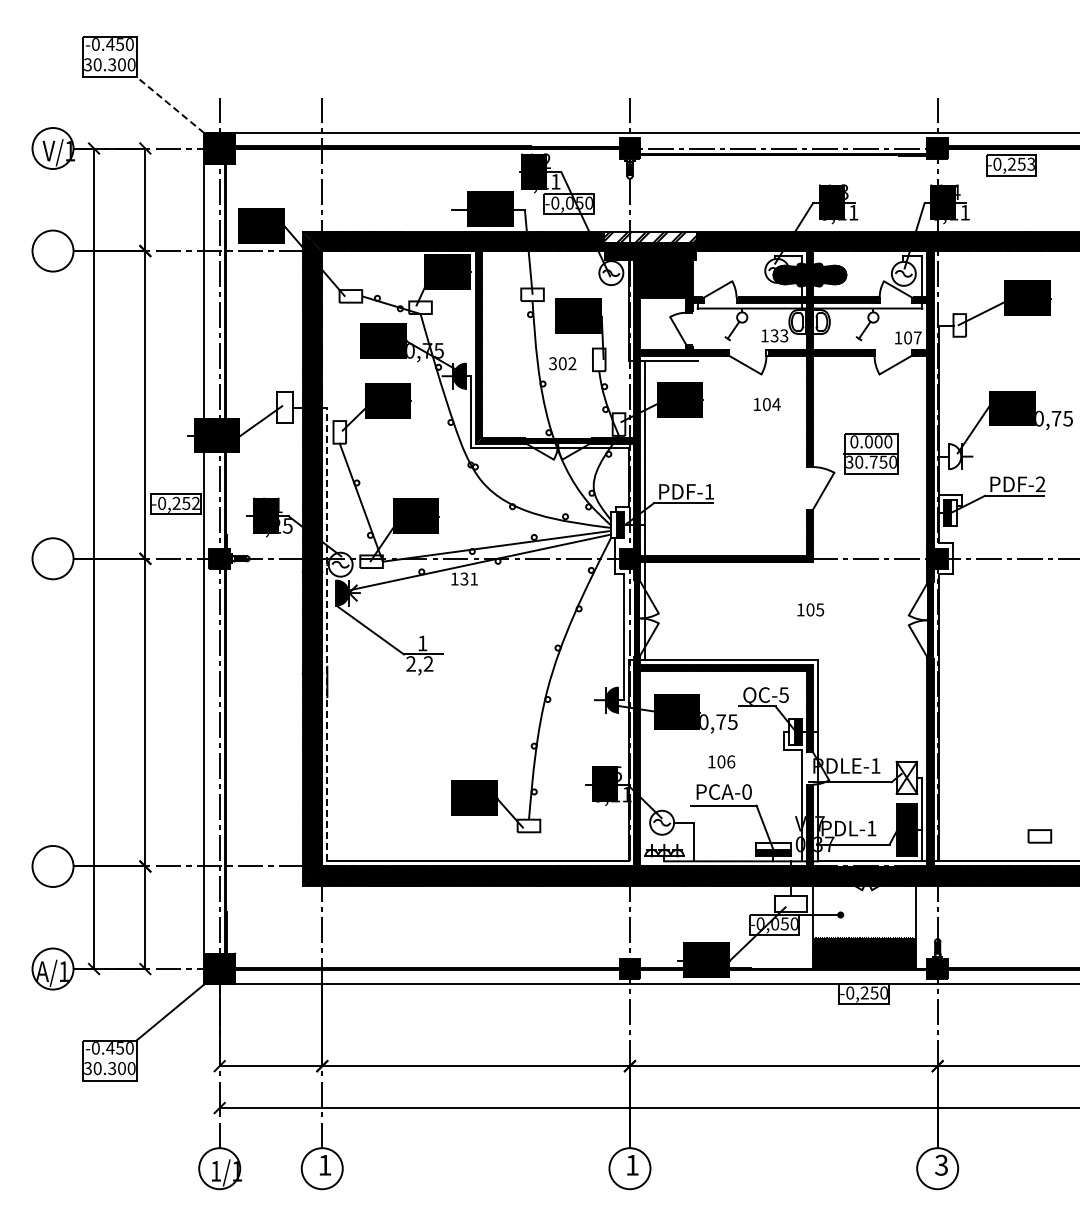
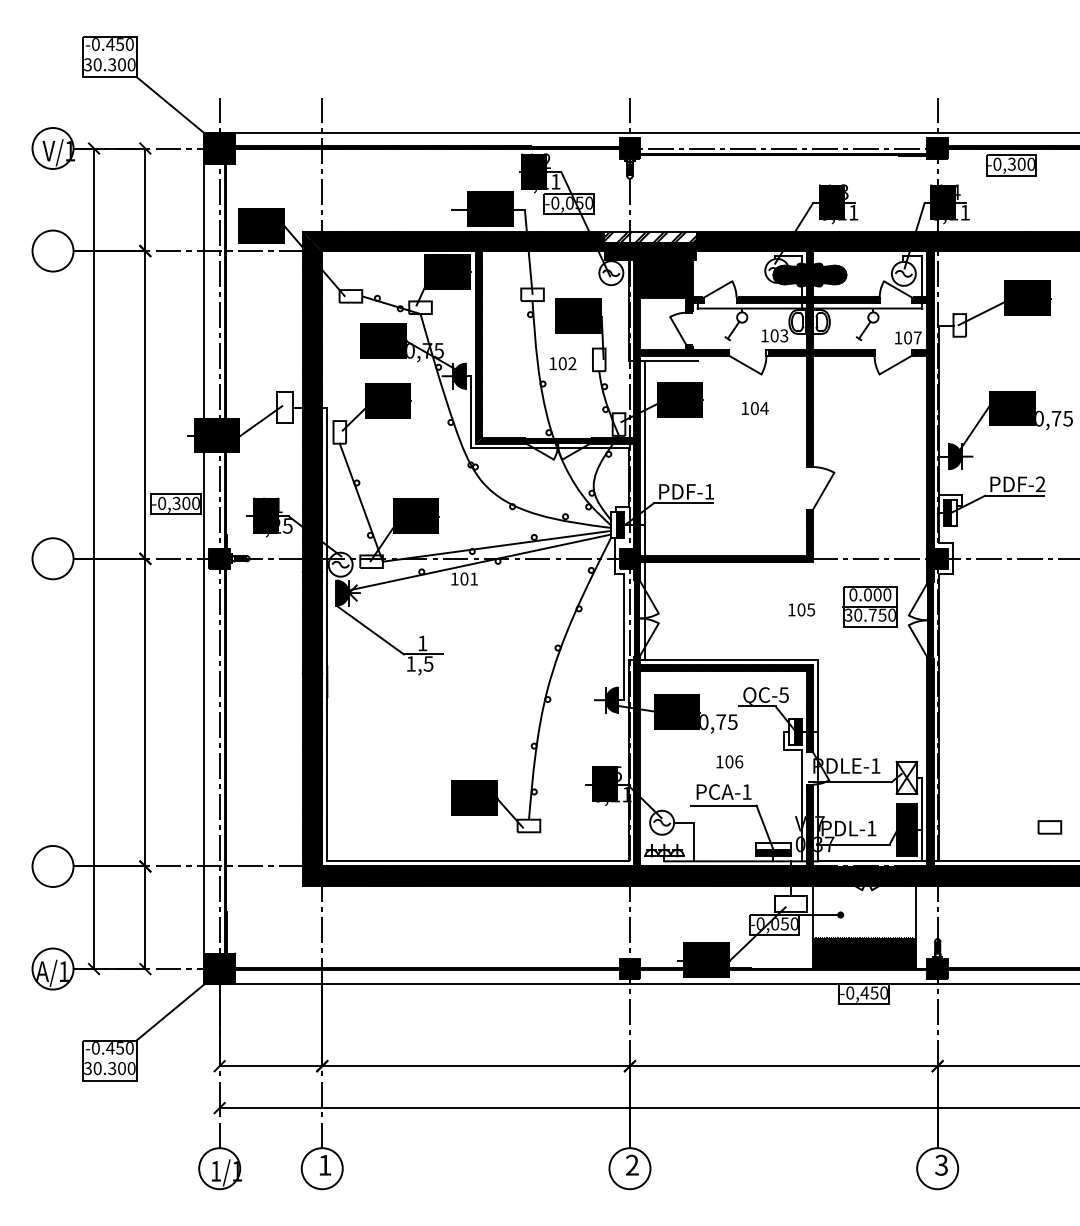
line at (170, 105): dashed -> solid
text at (1021, 163): -0,253 -> -0,300
text at (774, 335): 133 -> 103
text at (552, 363): 302 -> 102
text at (767, 404) position: (767, 404) -> (755, 408)
part at (870, 453) position: (870, 453) -> (869, 606)
fill at (954, 456): none -> present
text at (185, 502): -0,252 -> -0,300
text at (464, 578): 131 -> 101
text at (810, 609) position: (810, 609) -> (801, 609)
line at (327, 634): dashed -> solid
text at (419, 663): 2,2 -> 1,5
text at (721, 761) position: (721, 761) -> (729, 761)
text at (746, 791): PCA-0 -> PCA-1
part at (1039, 836) position: (1039, 836) -> (1049, 827)
text at (864, 992): -0,250 -> -0,450
text at (632, 1164): 1 -> 2
